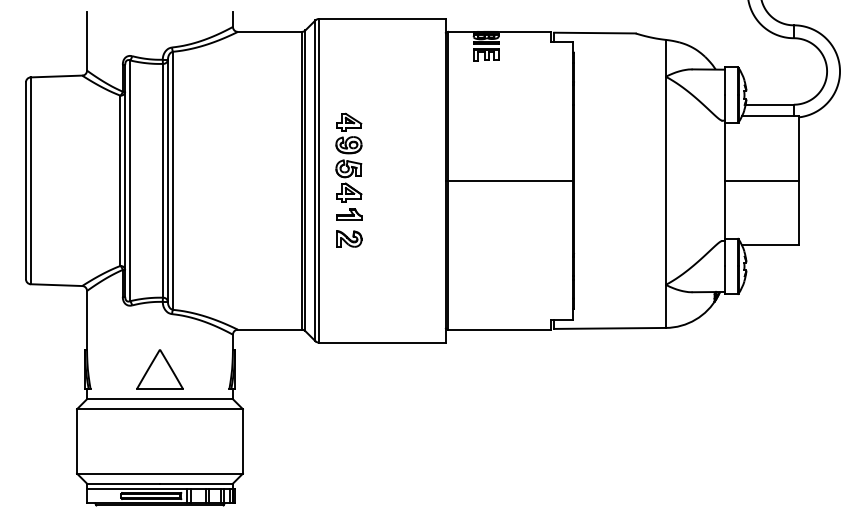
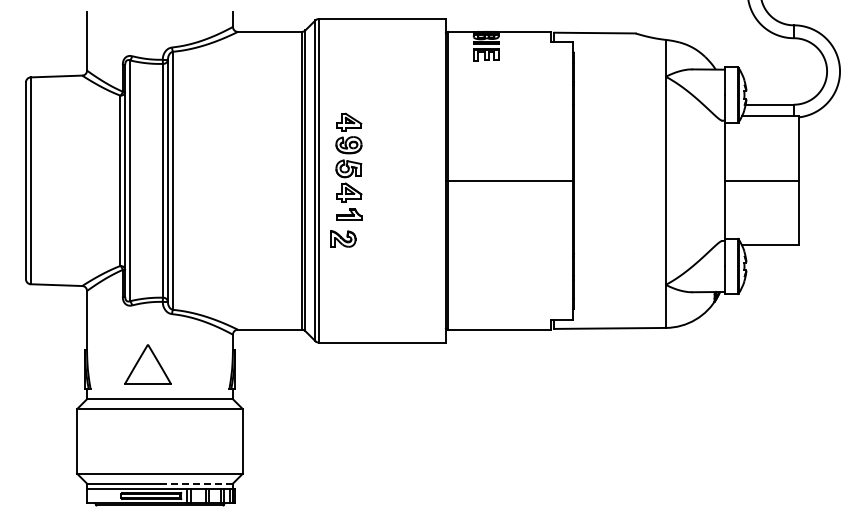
part at (349, 238) position: (349, 238) -> (343, 238)
part at (159, 369) position: (159, 369) -> (147, 364)
line at (196, 483): solid -> dashed
